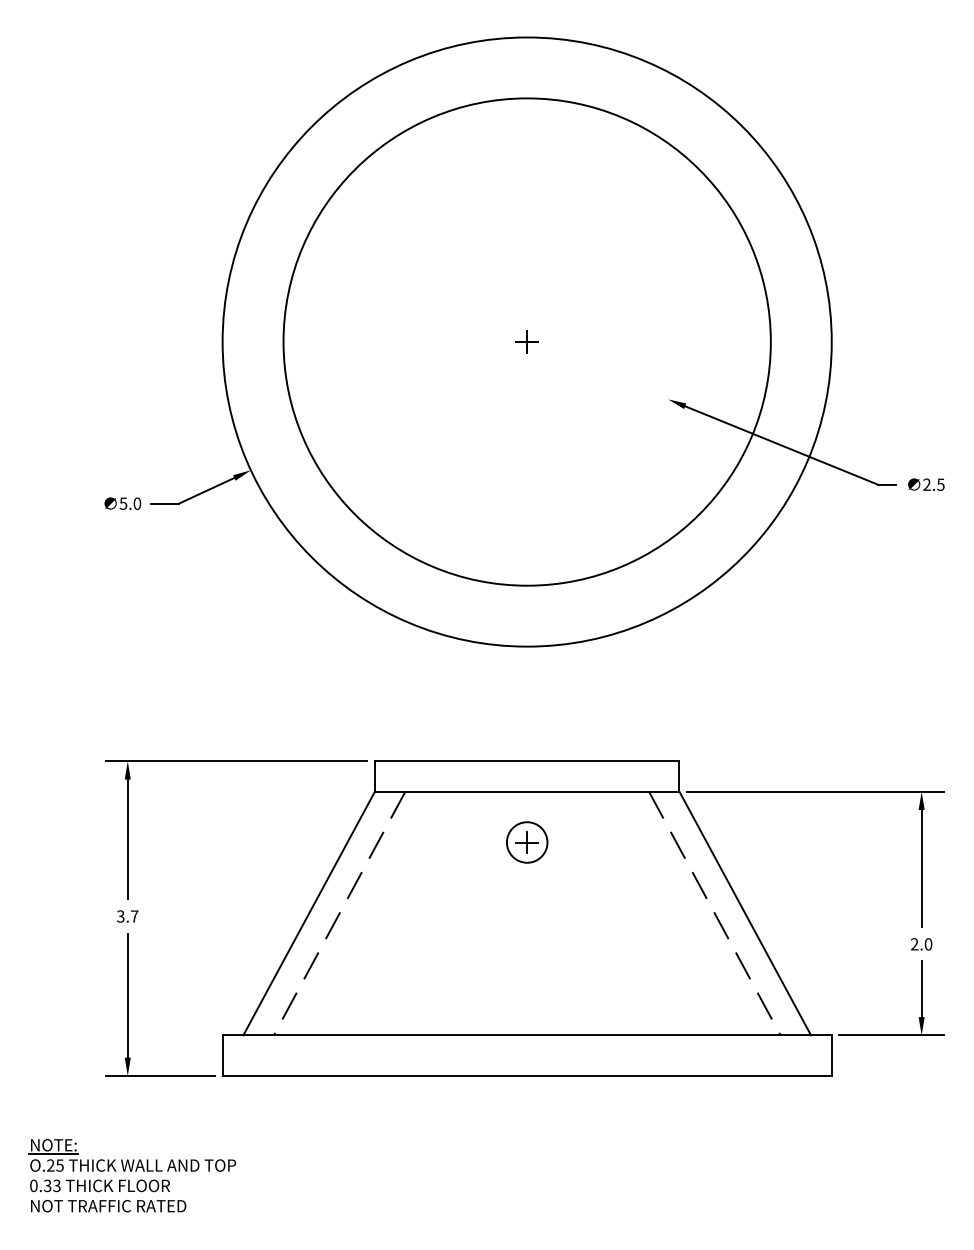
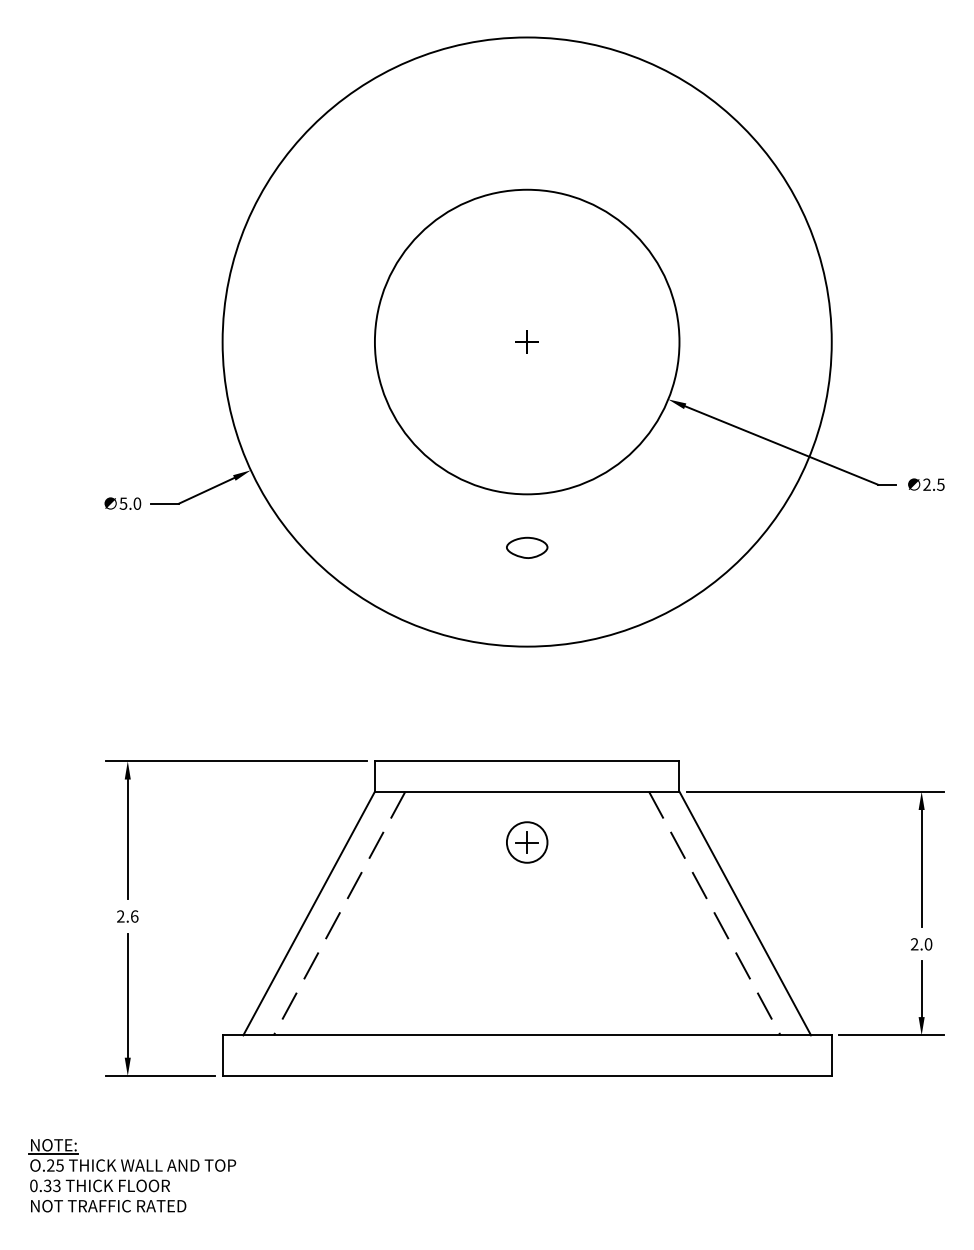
circle at (526, 341) diameter: 487 px -> 305 px
part at (527, 547): none -> present
text at (127, 916): 3.7 -> 2.6
